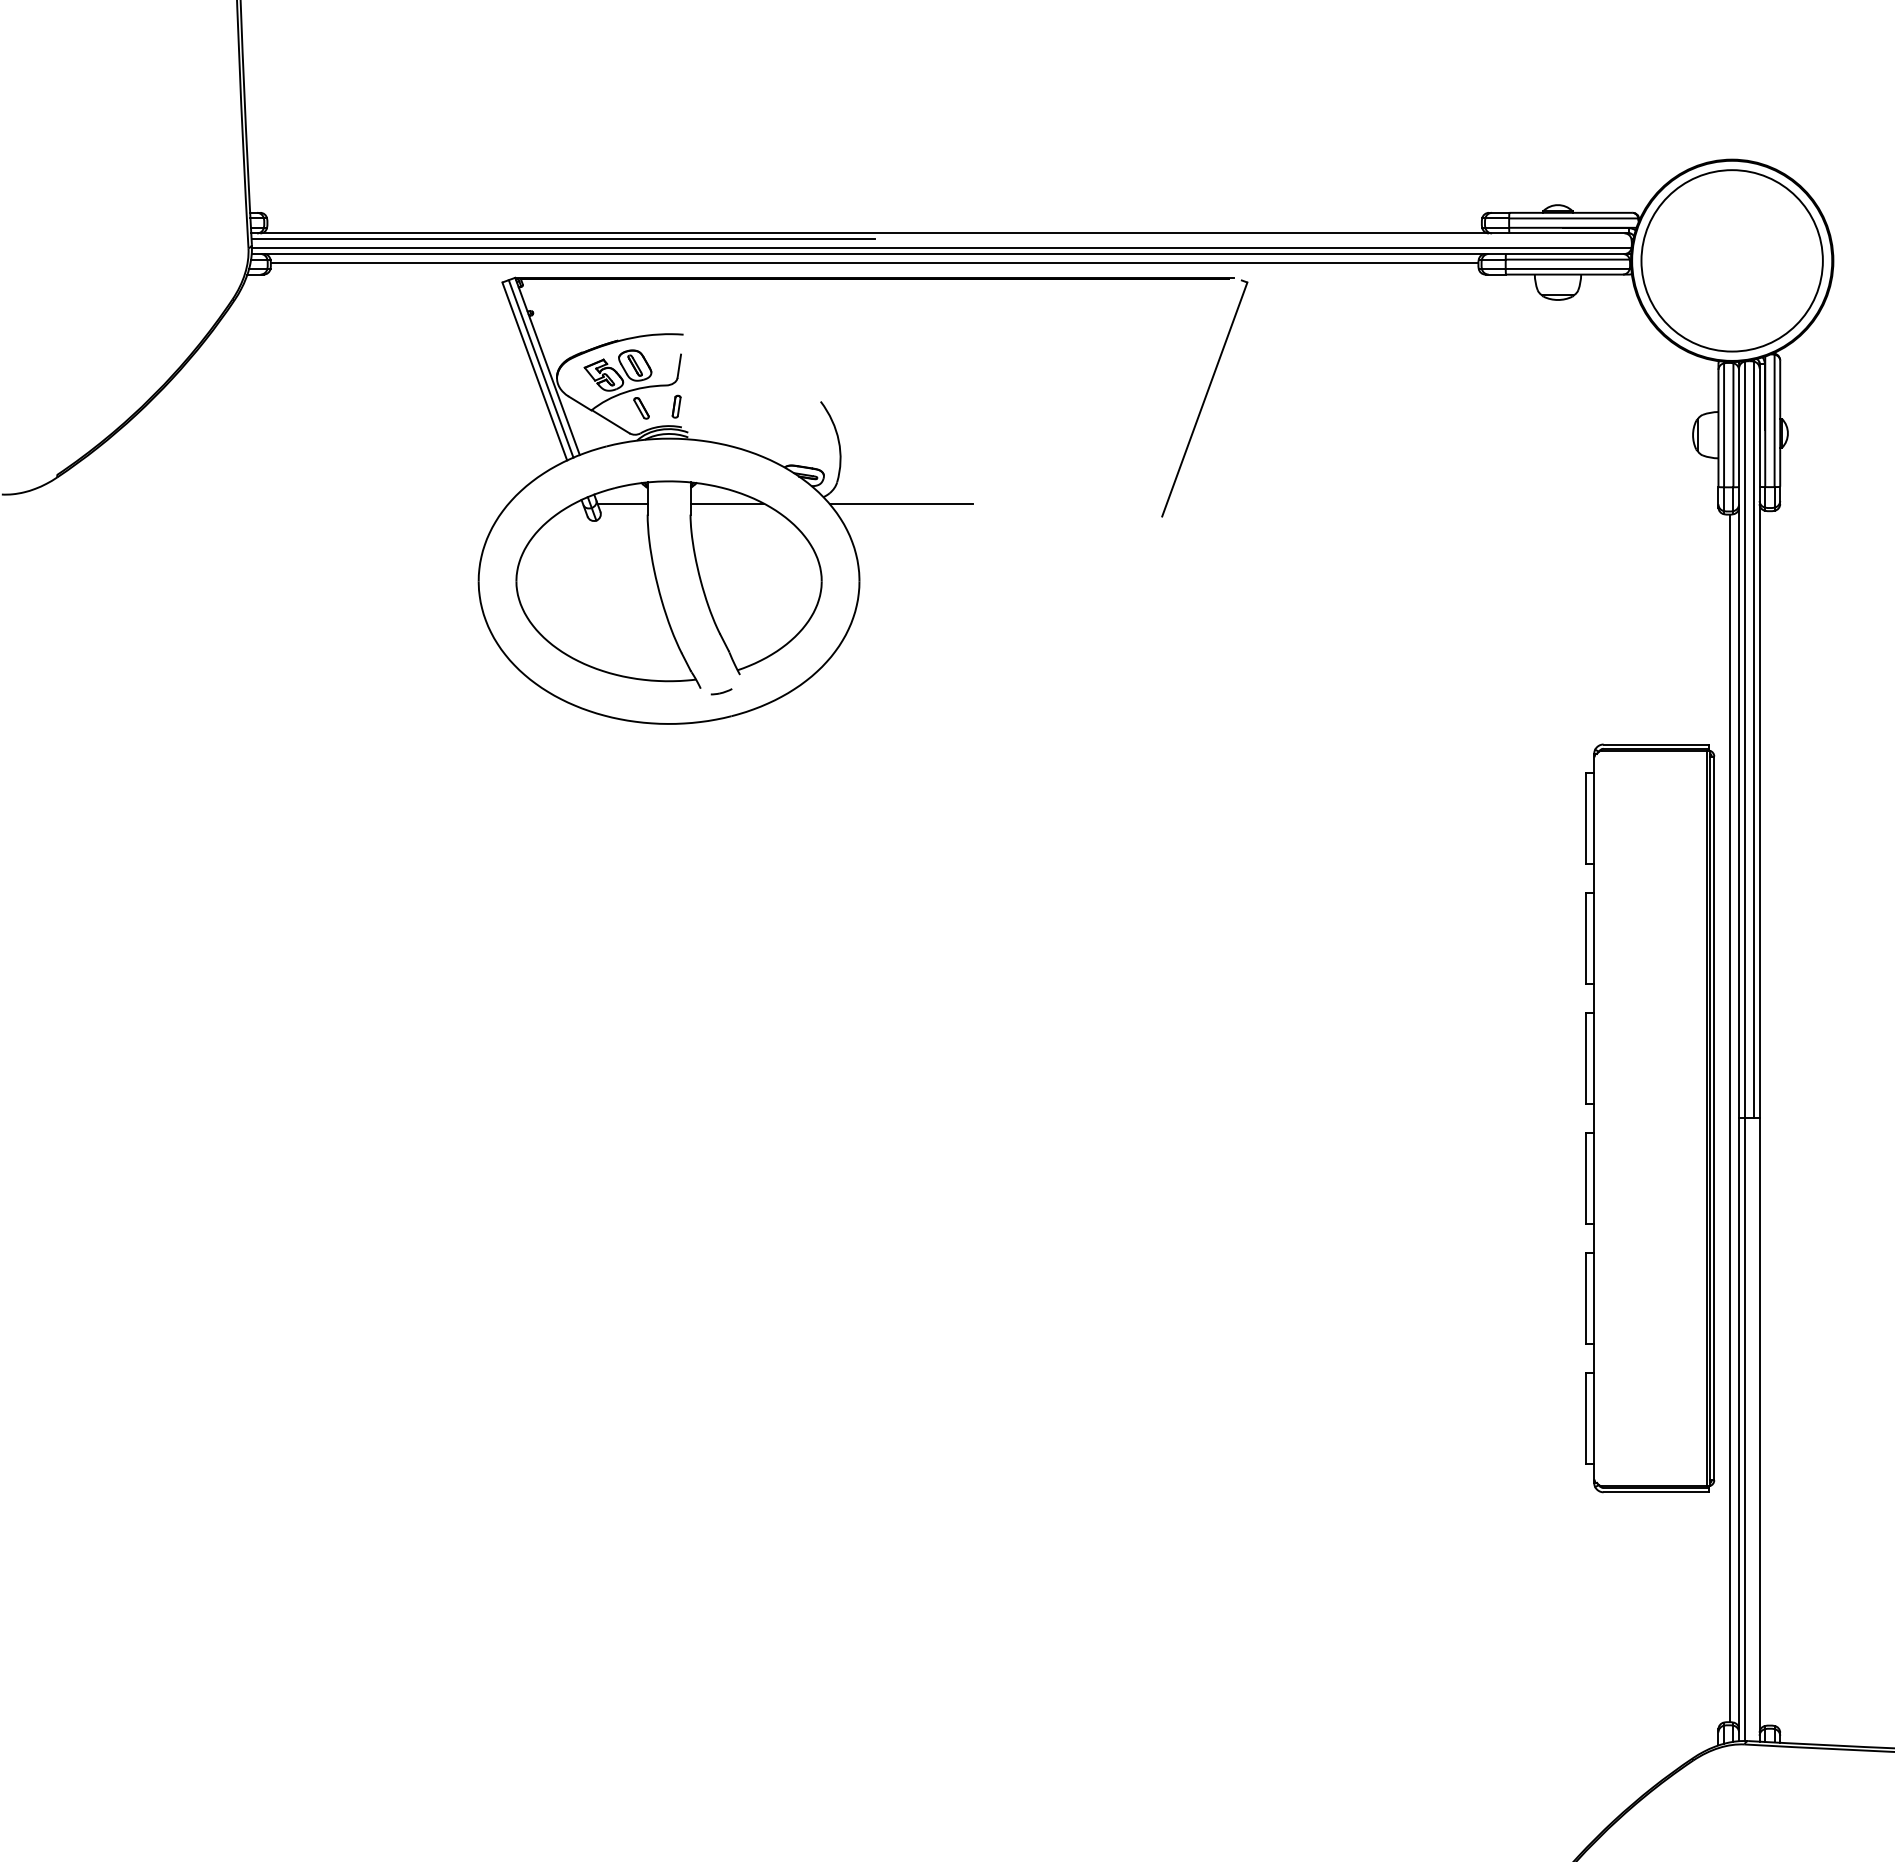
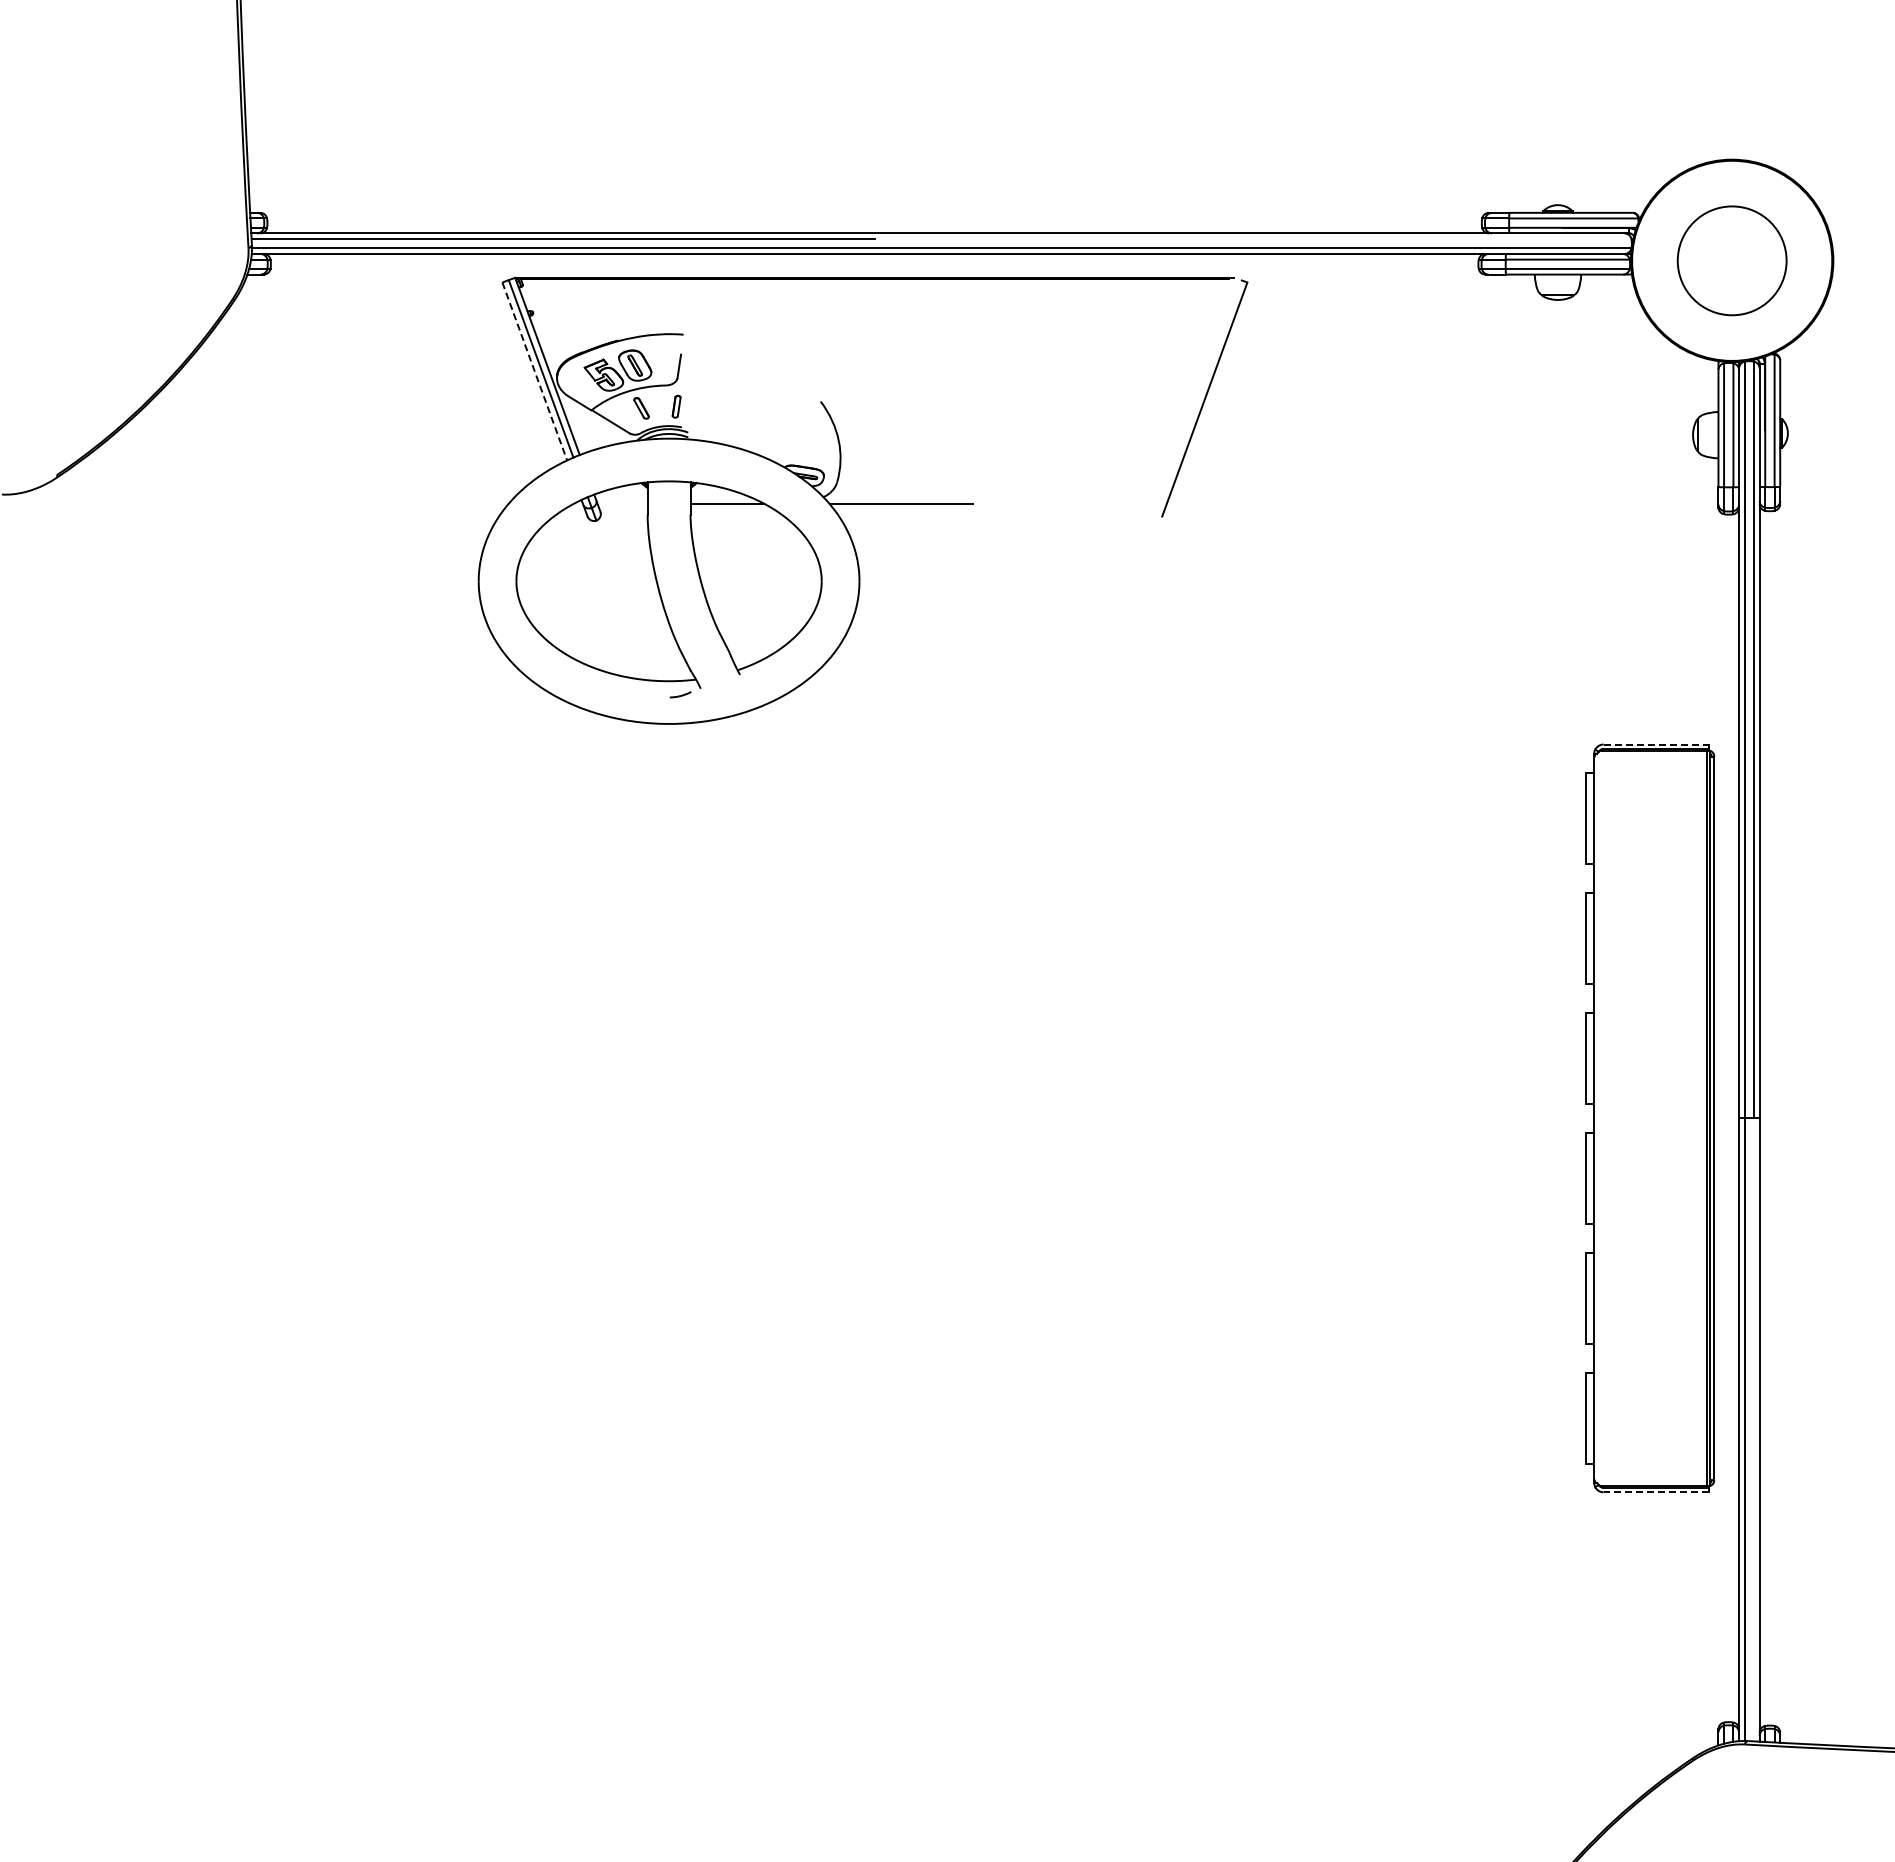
circle at (1731, 260) diameter: 181 px -> 109 px
line at (874, 262): present -> none
line at (534, 371): solid -> dashed
line at (622, 503): present -> none
part at (721, 691) position: (721, 691) -> (680, 694)
line at (1656, 744): solid -> dashed
line at (1730, 1118): present -> none
line at (1656, 1492): solid -> dashed
